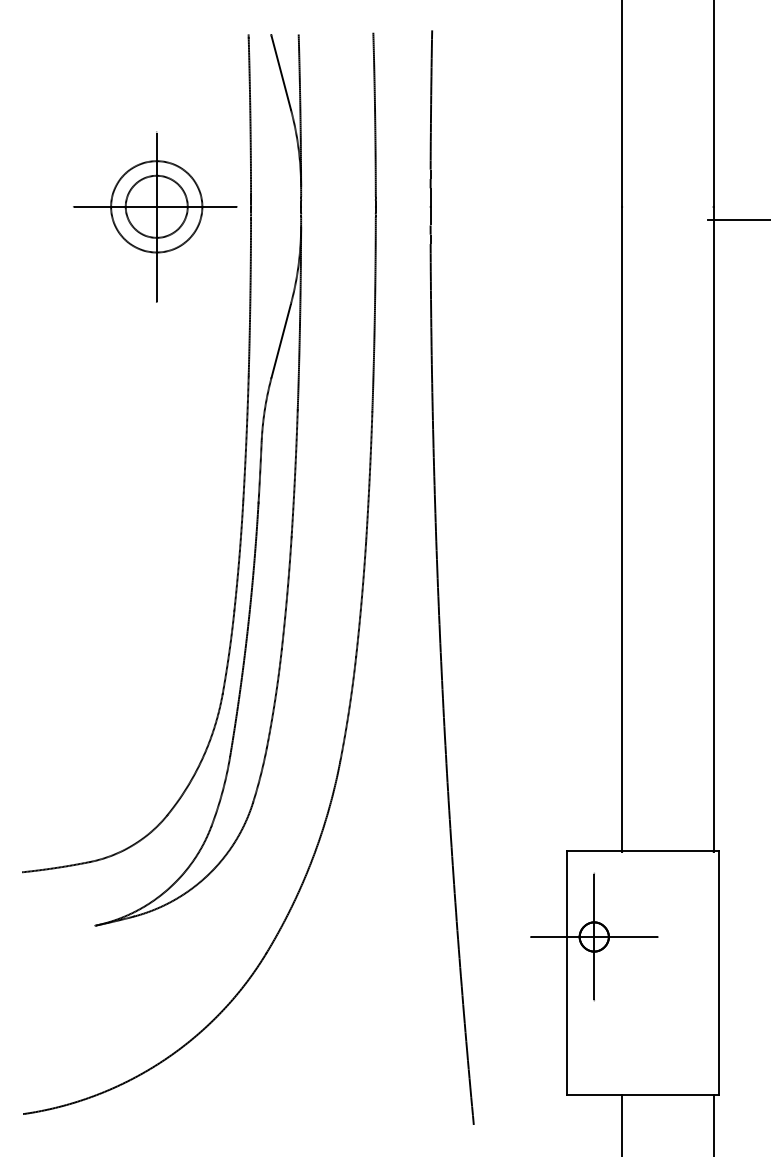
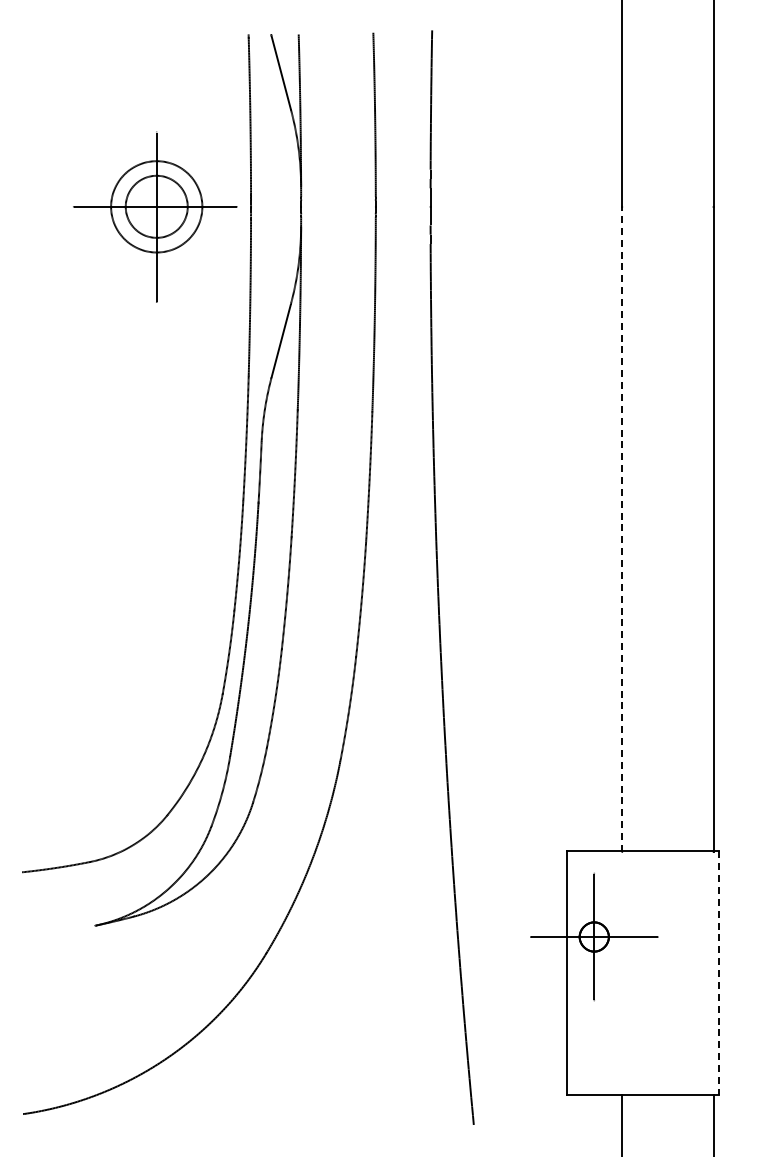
line at (737, 219): present -> none
line at (622, 529): solid -> dashed
line at (718, 972): solid -> dashed
